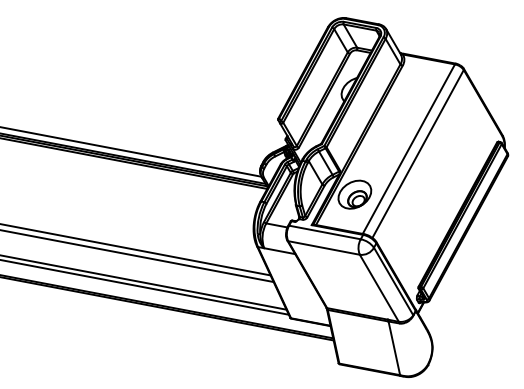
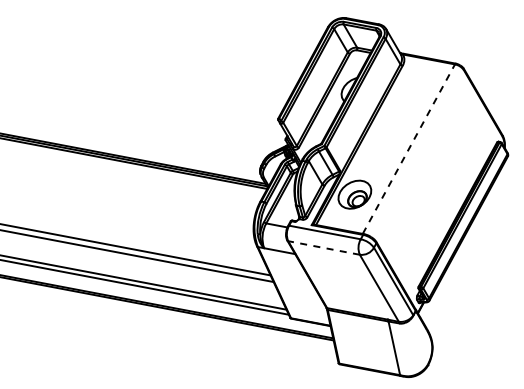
line at (409, 148): solid -> dashed
line at (131, 151): present -> none
line at (417, 153): present -> none
line at (323, 247): solid -> dashed
